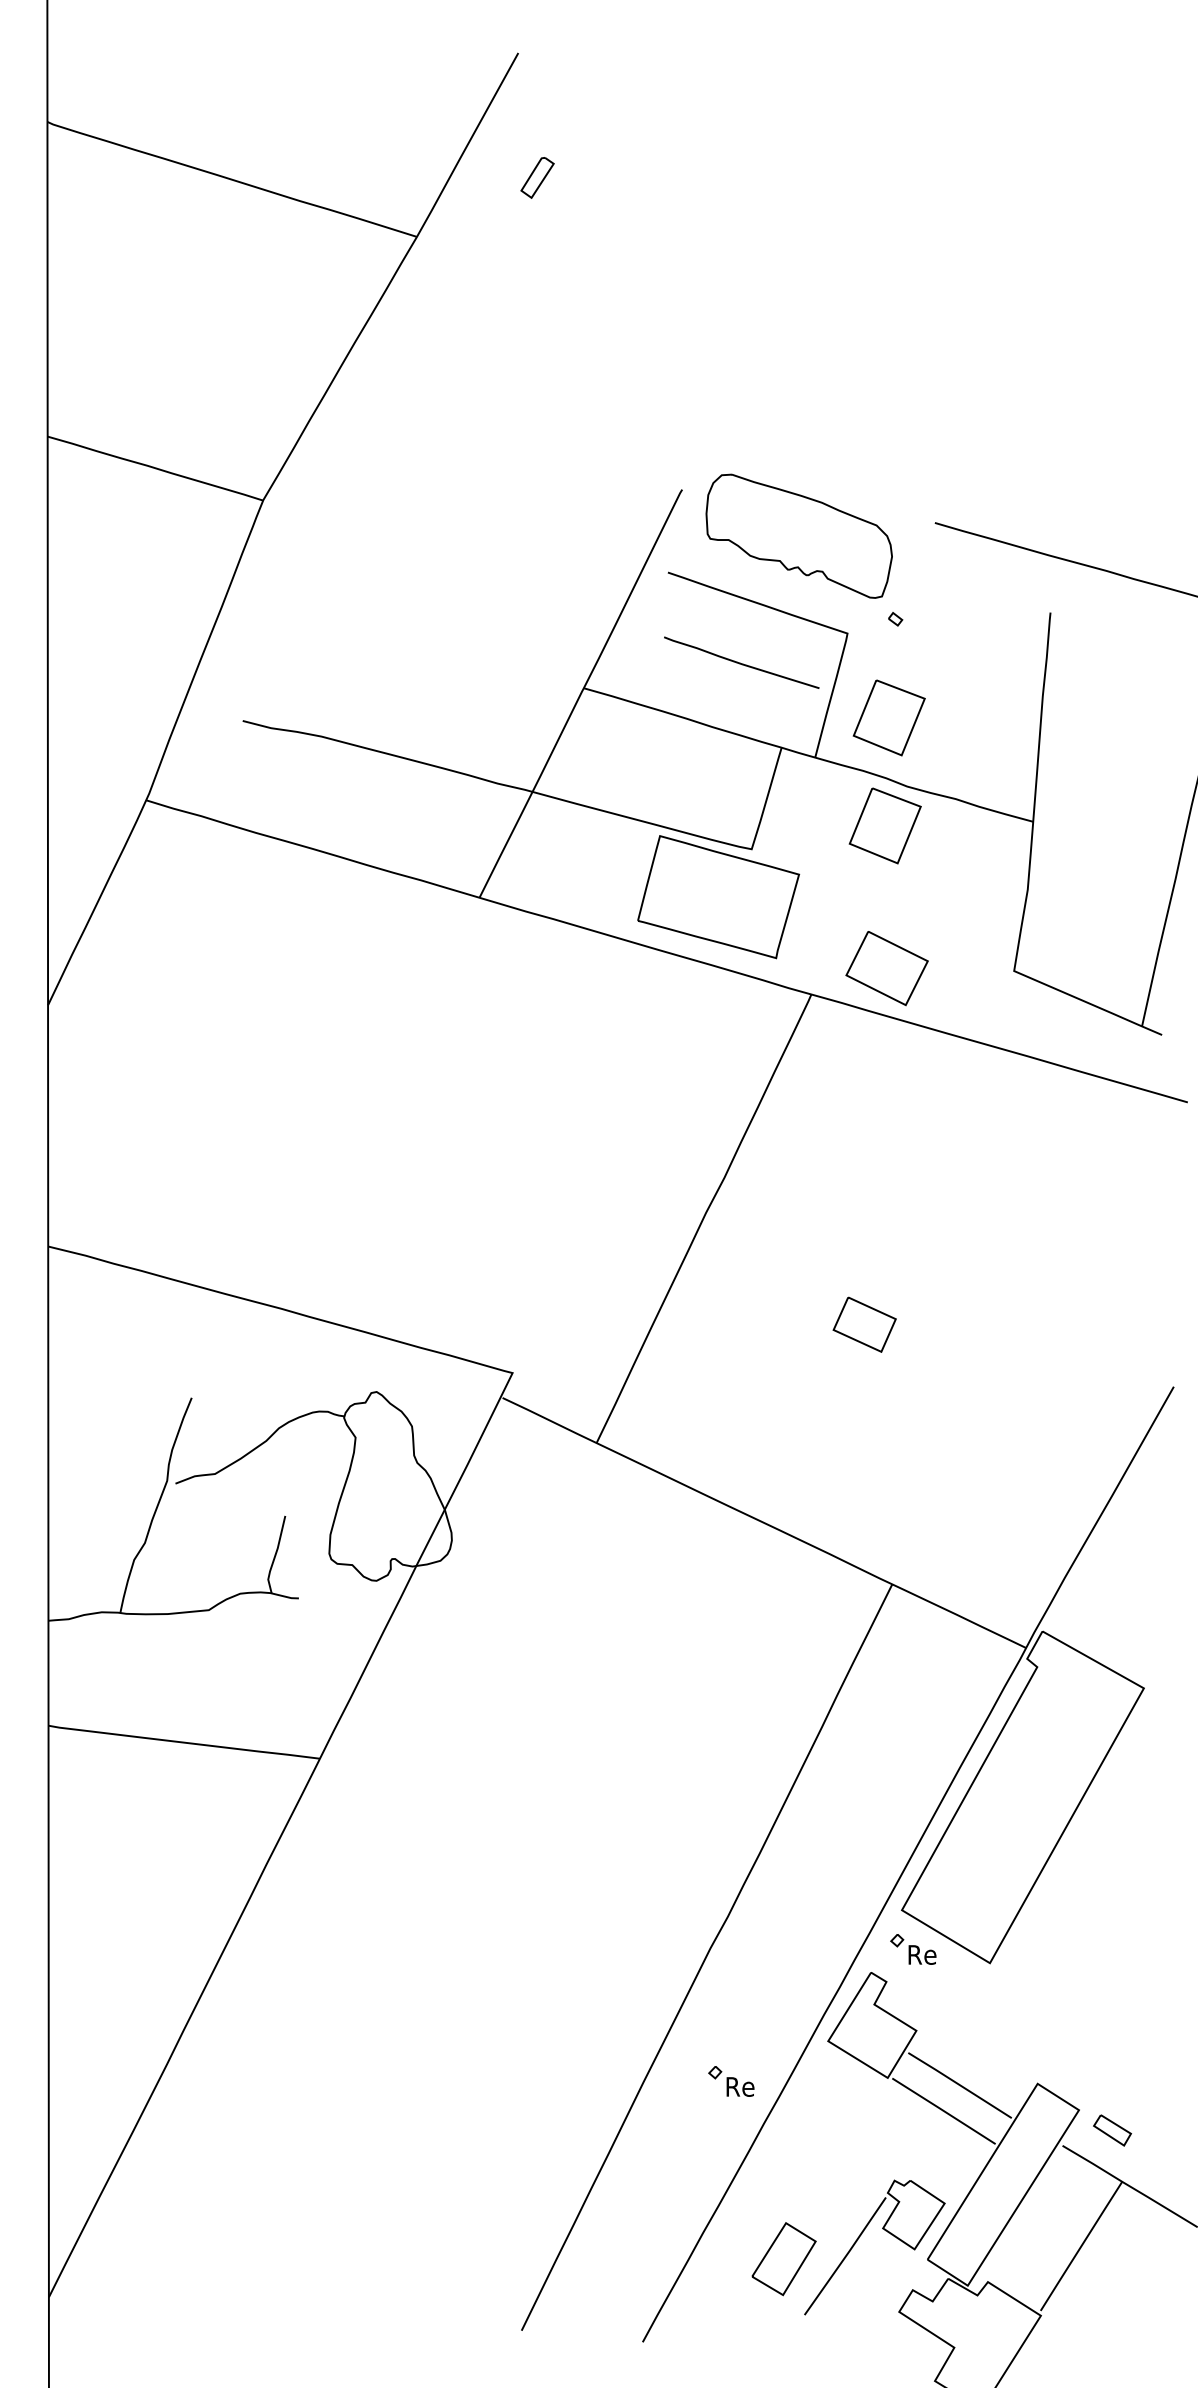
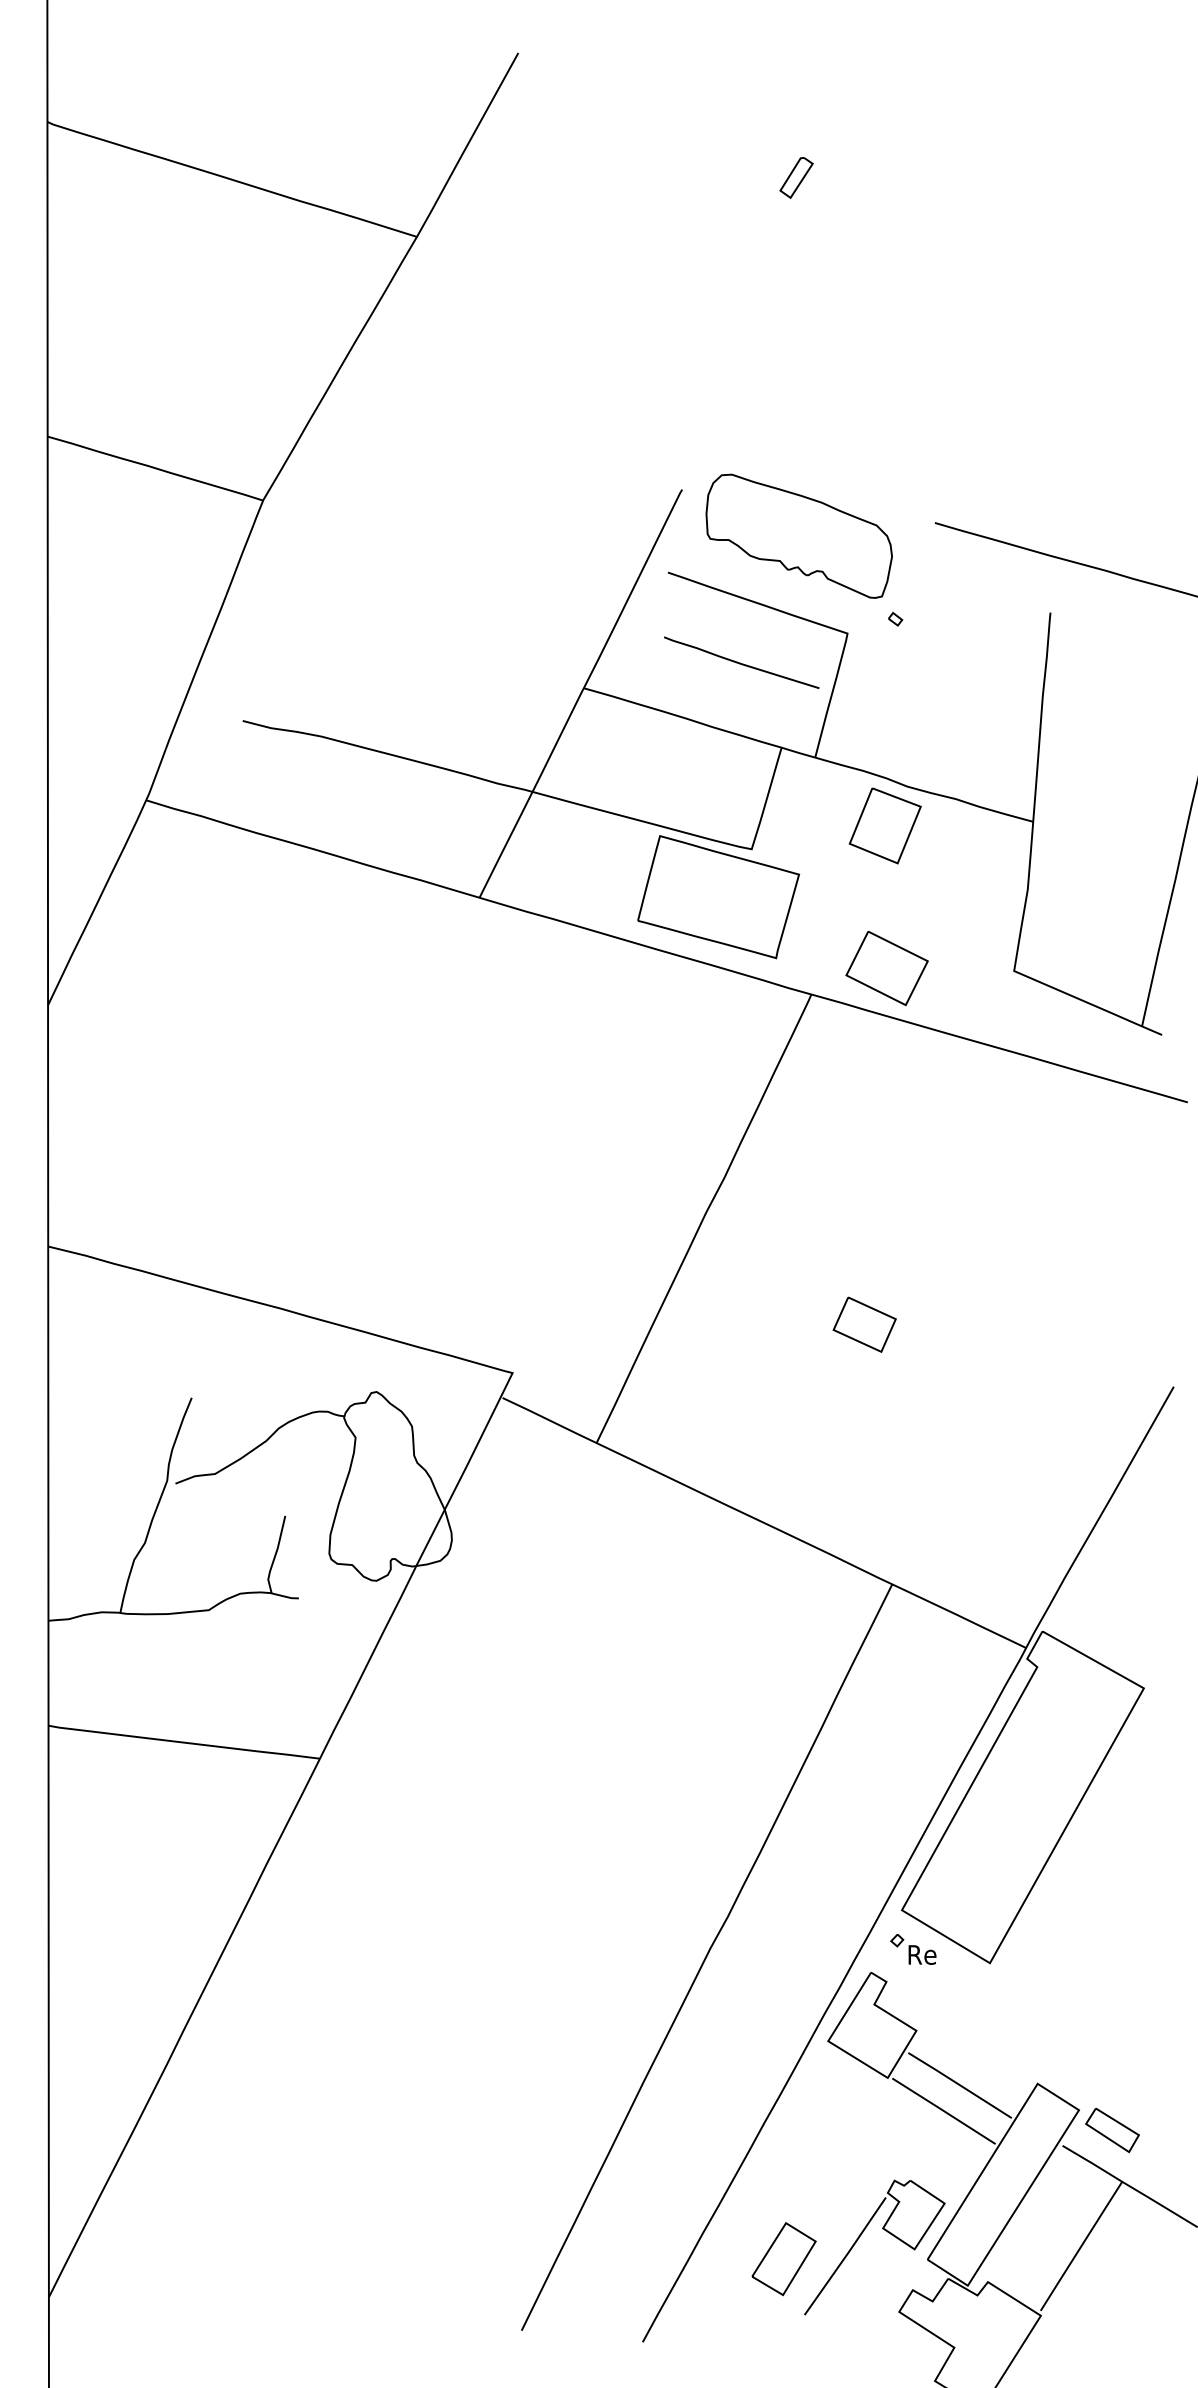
part at (537, 177) position: (537, 177) -> (796, 177)
part at (888, 717): present -> none
part at (731, 2081): present -> none
part at (1112, 2130) size: 39x33 px -> 55x47 px
